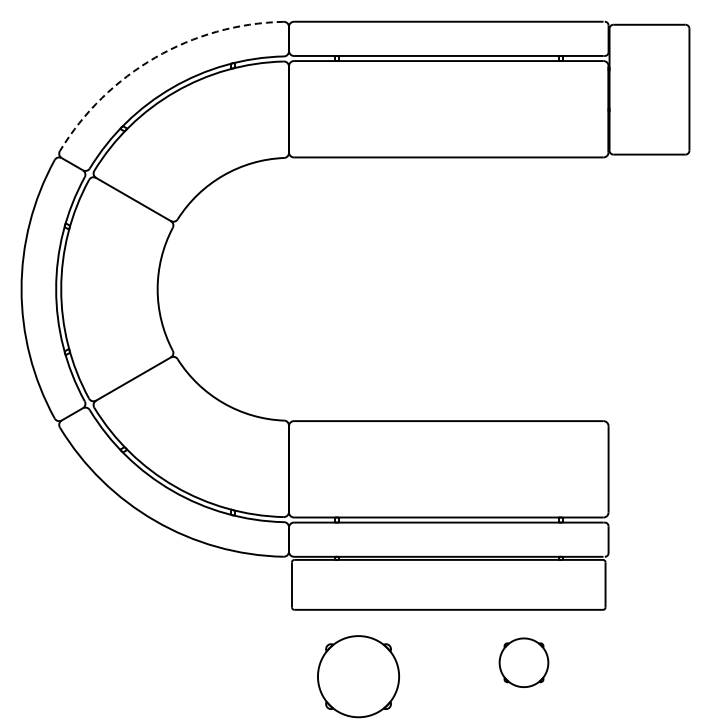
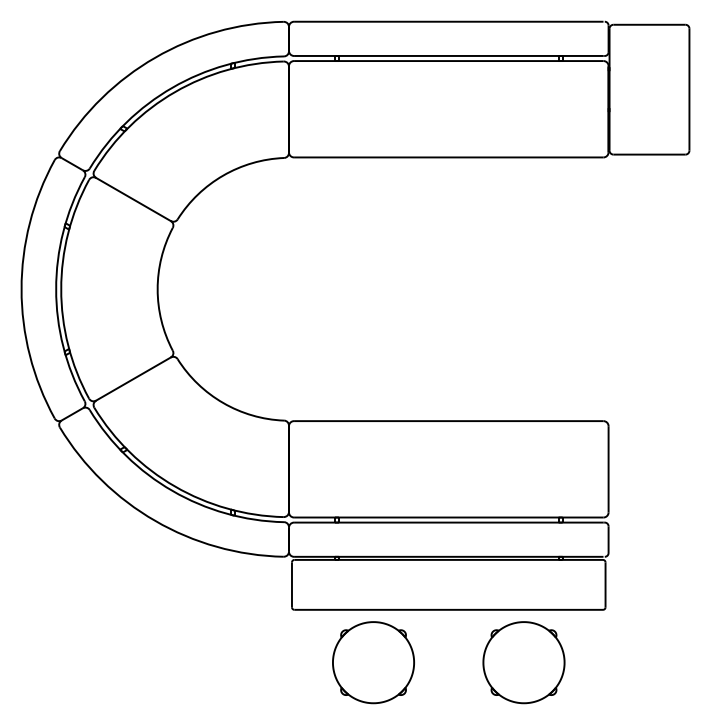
arc at (155, 57): dashed -> solid
part at (523, 662) size: 52x51 px -> 84x84 px
part at (358, 676) position: (358, 676) -> (373, 662)
